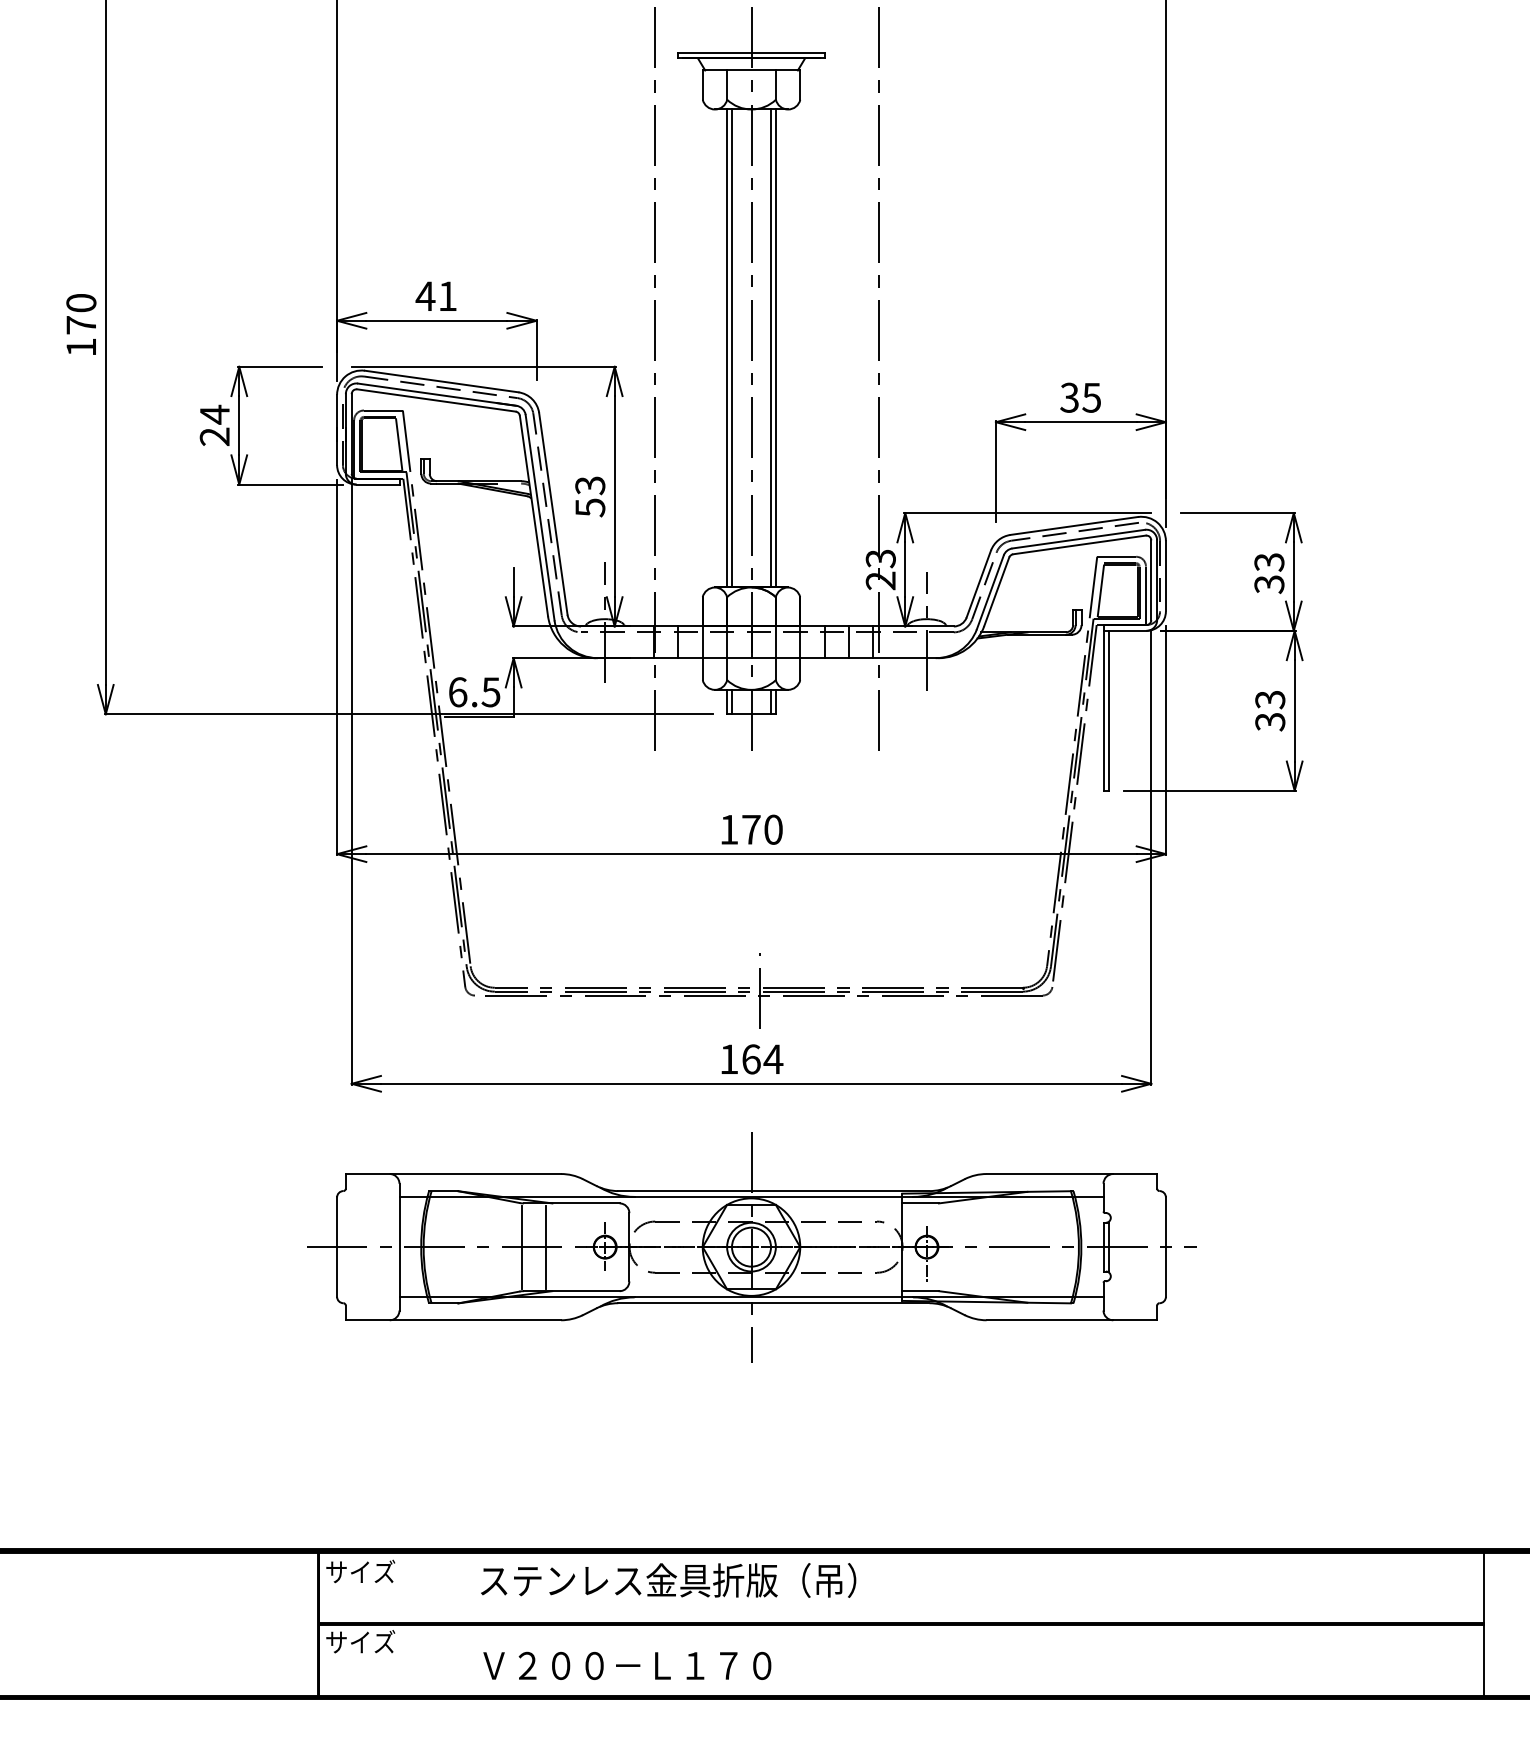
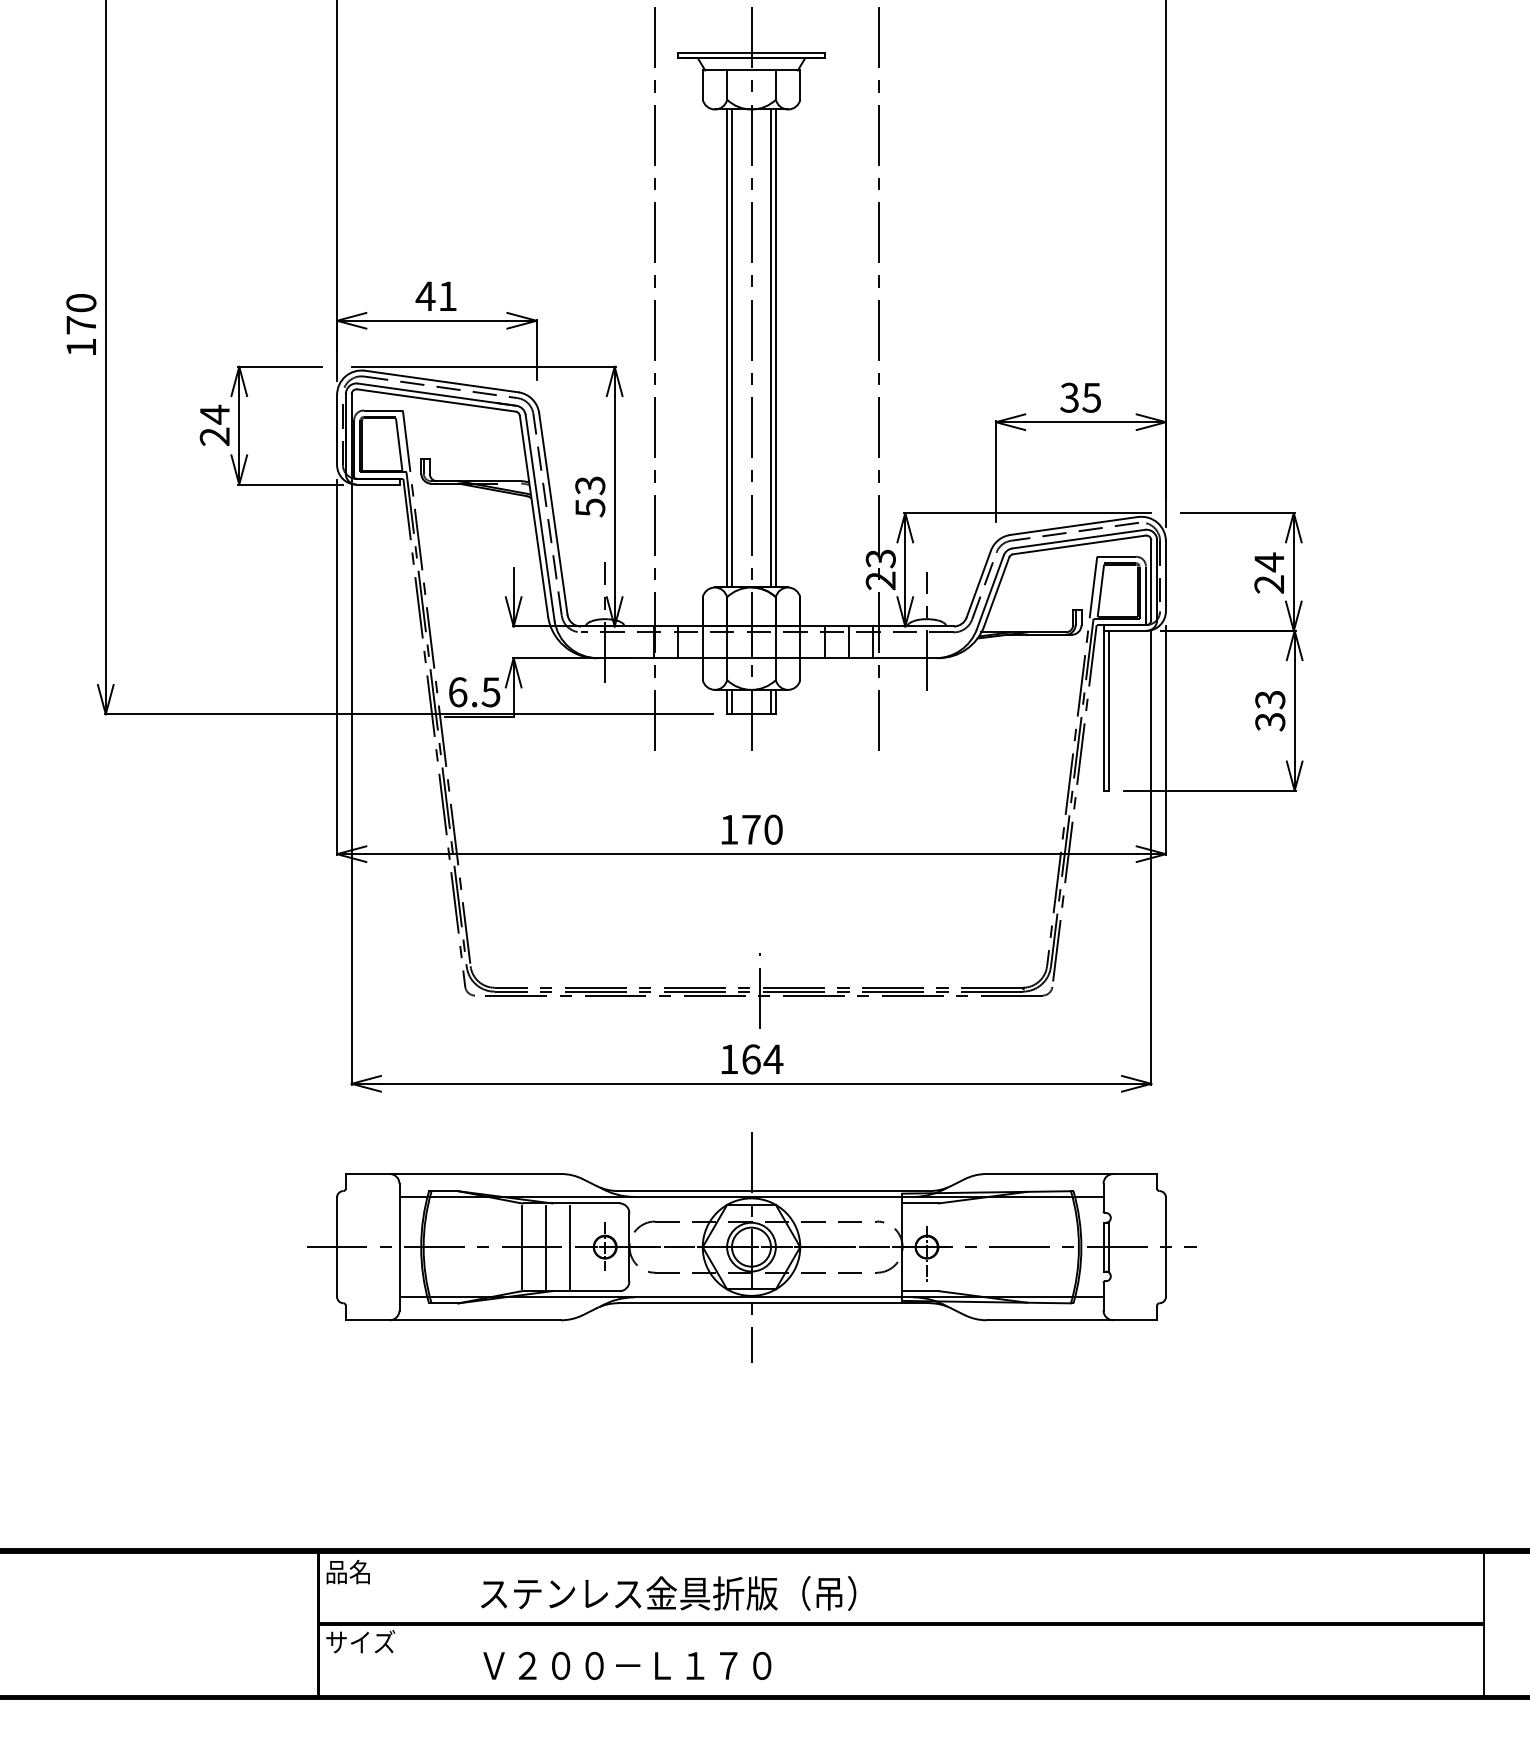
text at (1269, 573): 33 -> 24
line at (569, 1246): none -> present
text at (360, 1571): サイズ -> 品名
text at (668, 1580) position: (668, 1580) -> (668, 1593)
